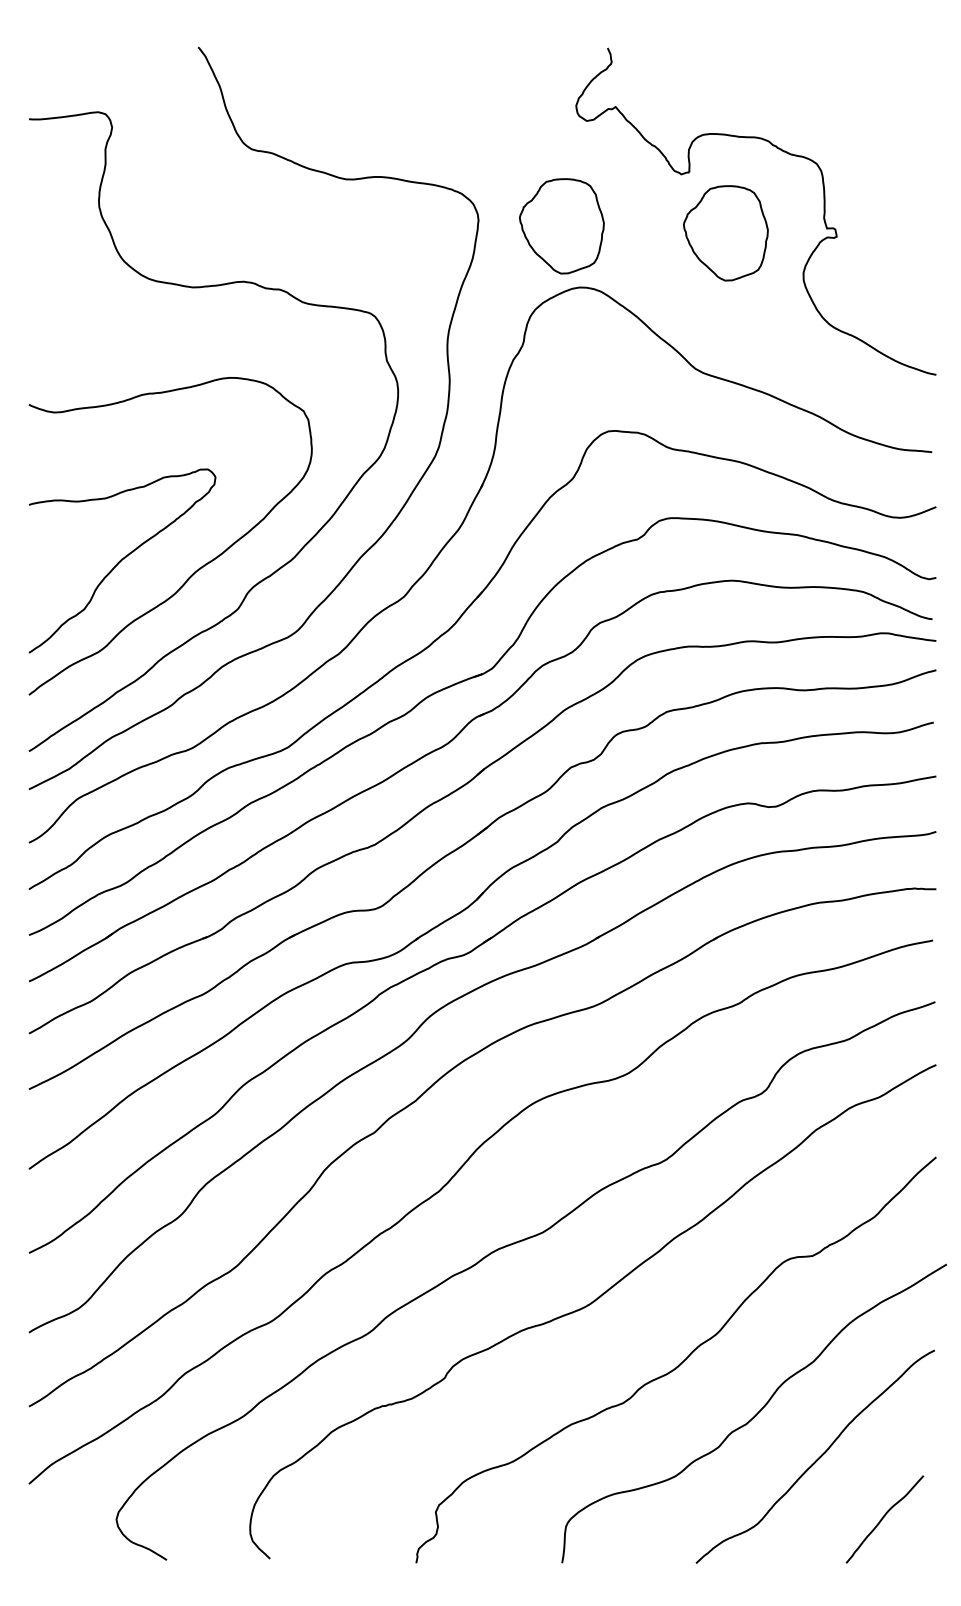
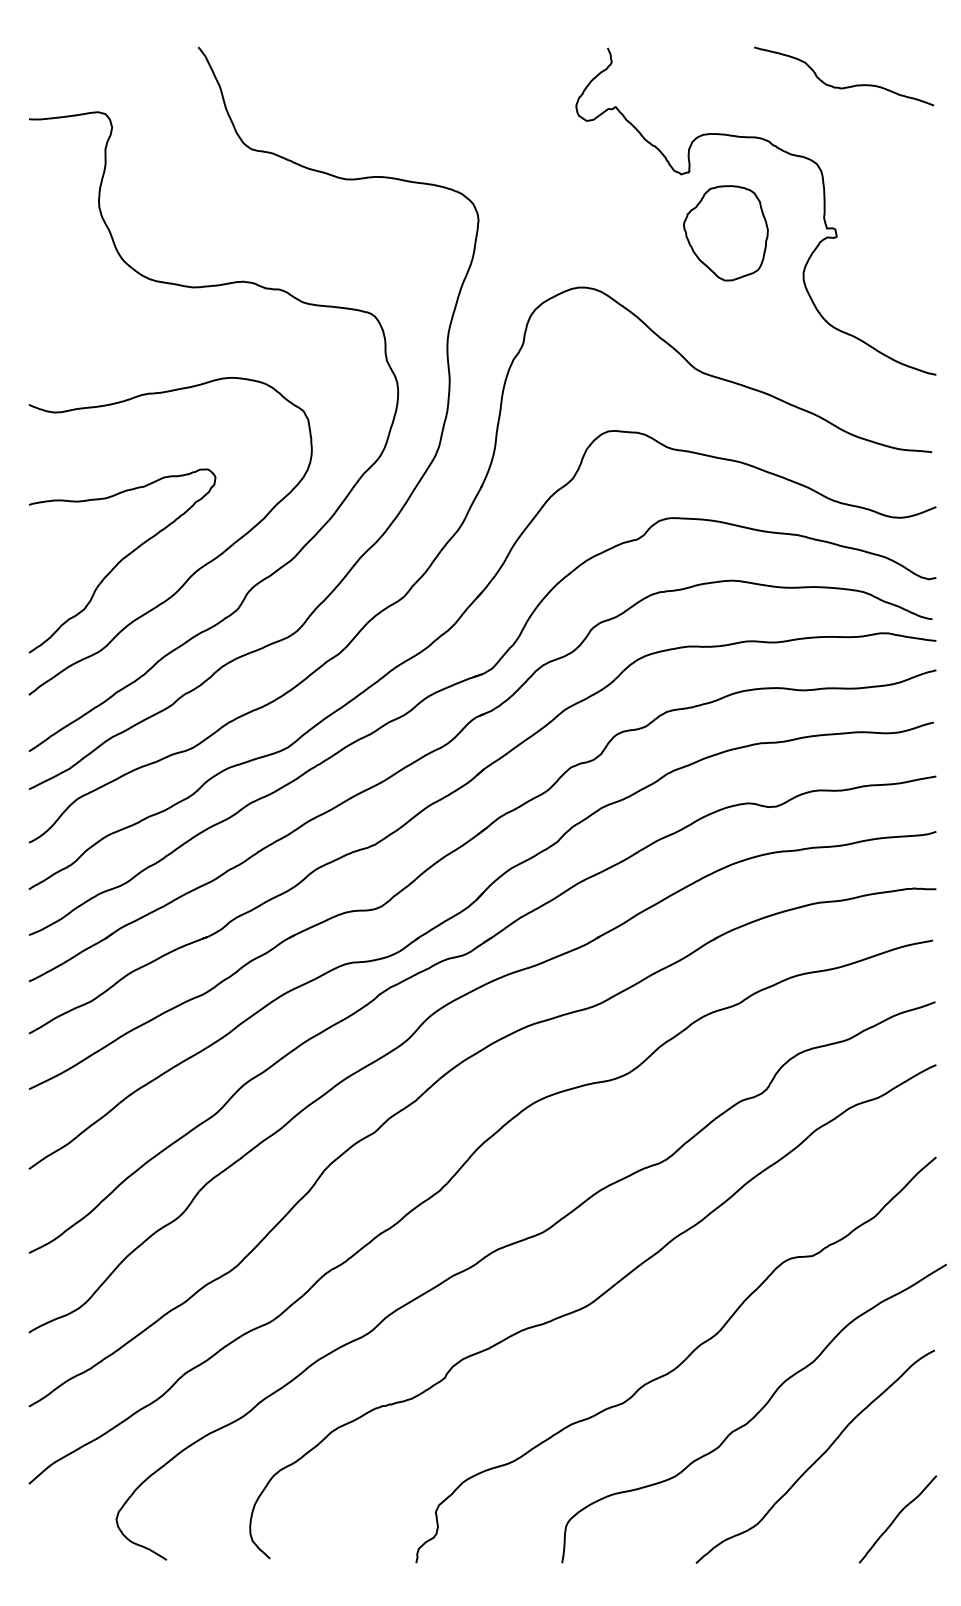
curve at (845, 86): none -> present
part at (561, 226): present -> none
curve at (883, 1518) position: (883, 1518) -> (896, 1518)
